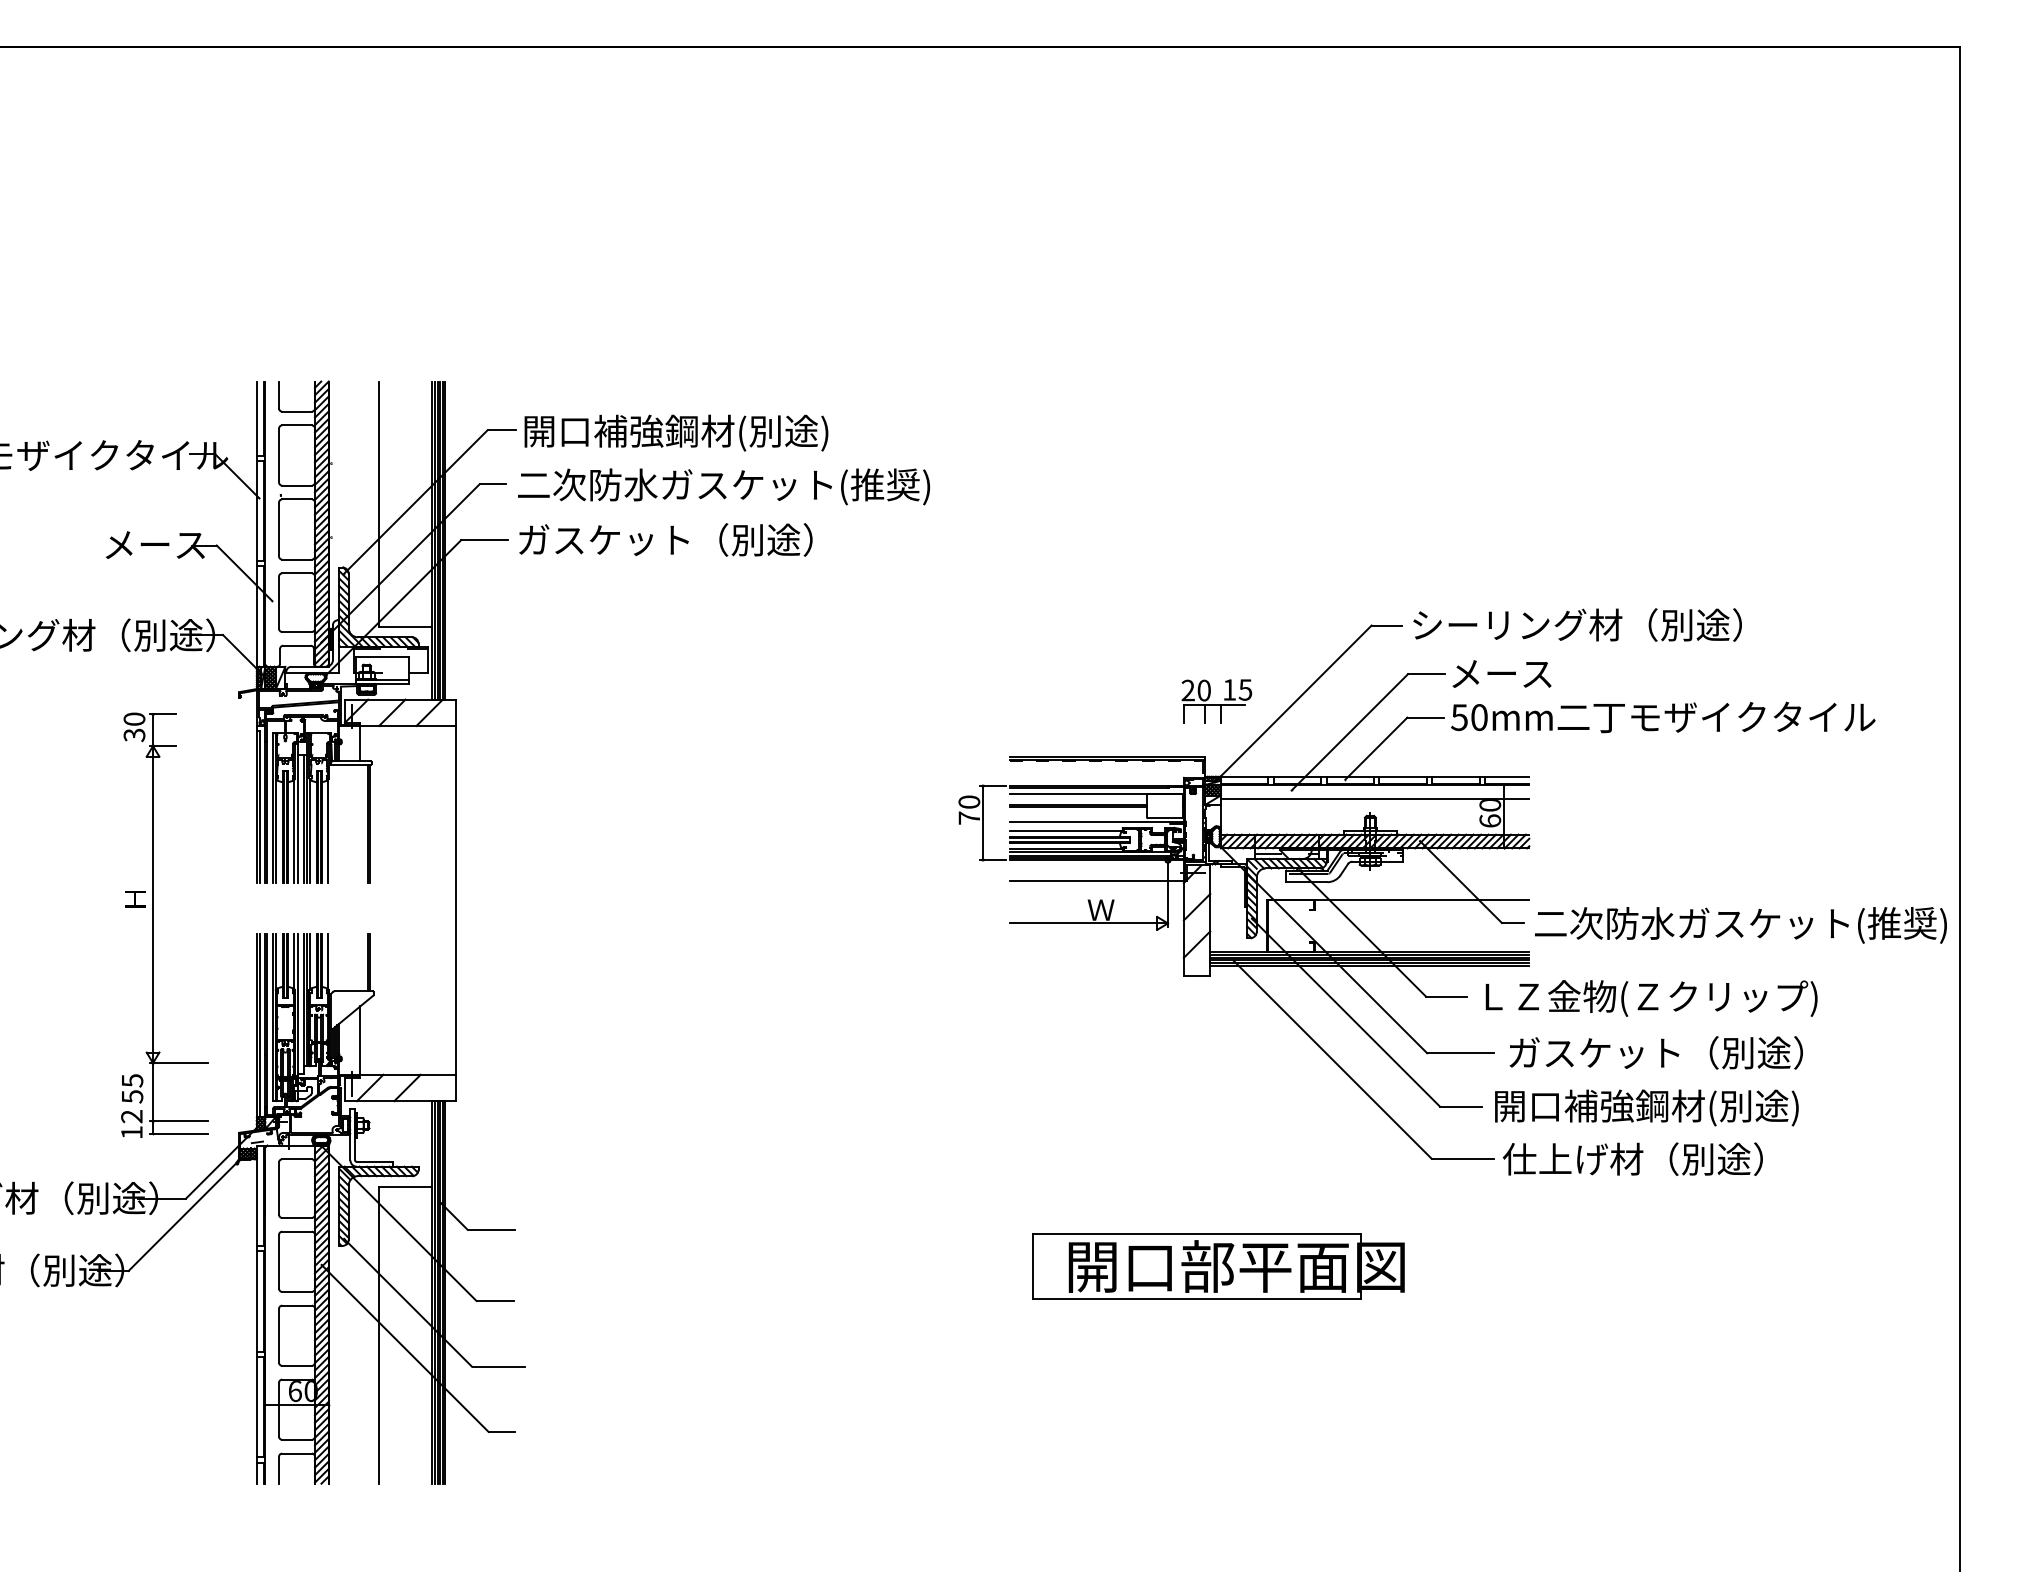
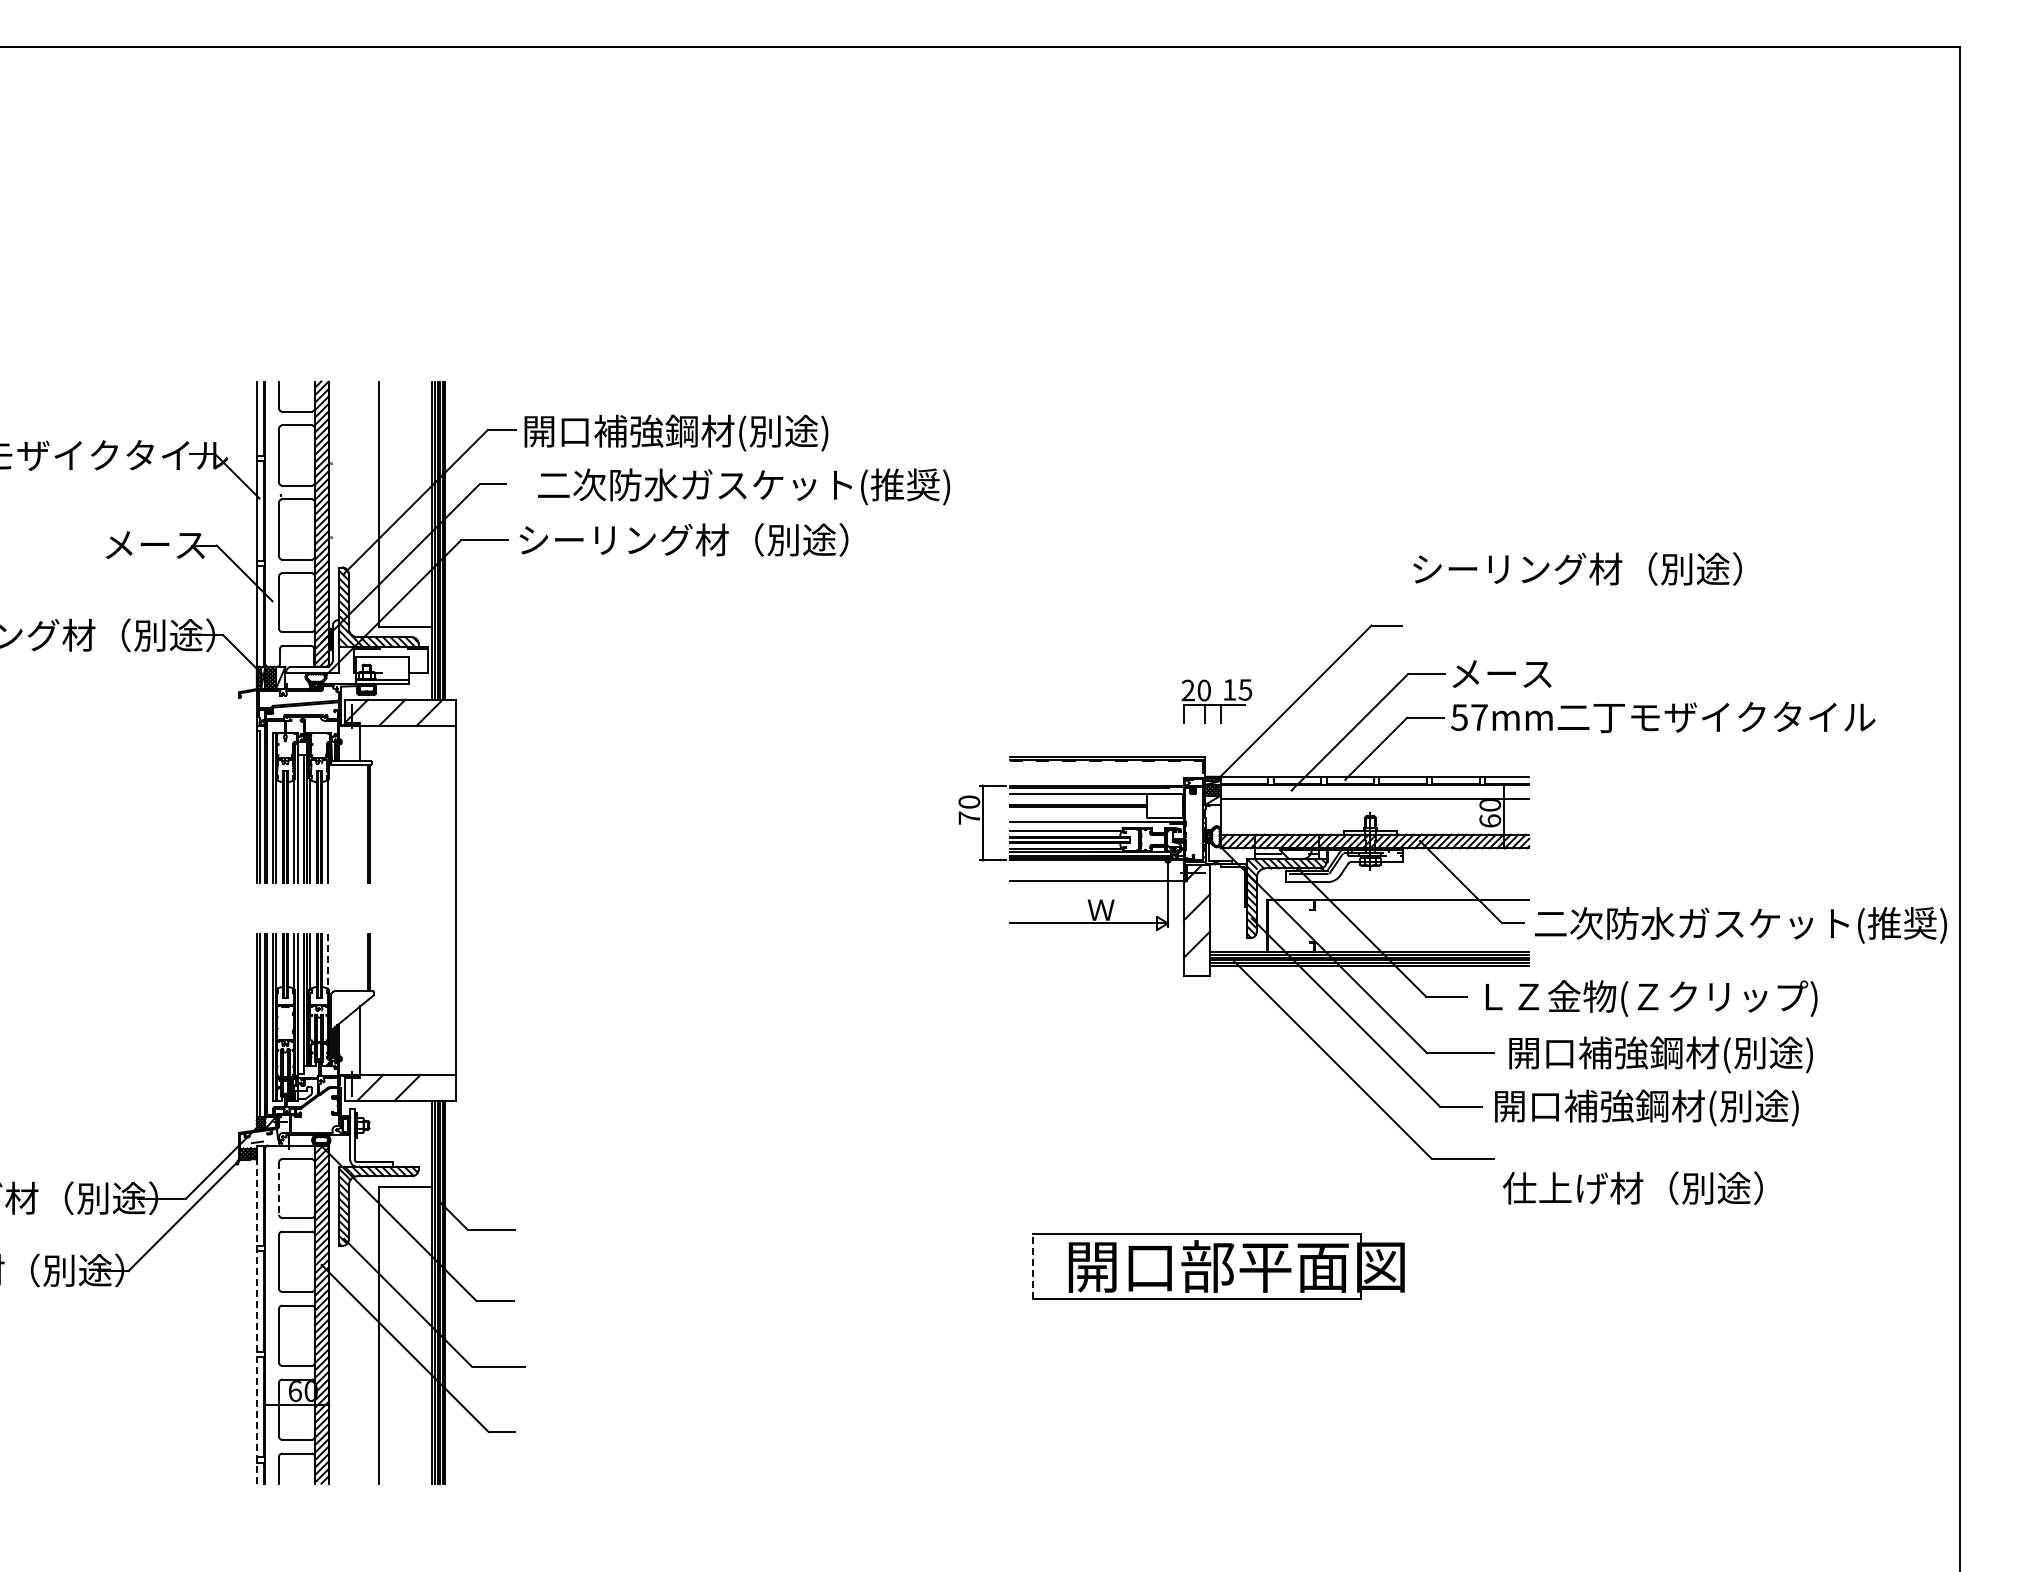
text at (723, 486) position: (723, 486) -> (743, 486)
text at (683, 539): ガスケット（別途） -> シーリング材（別途）
text at (1577, 624) position: (1577, 624) -> (1577, 568)
text at (1479, 717): 50mm -> 57mm
part at (153, 924): present -> none
line at (328, 962): solid -> dashed
text at (1660, 1054): ガスケット（別途） -> 開口補強鋼材(別途)
text at (1632, 1158) position: (1632, 1158) -> (1632, 1187)
line at (279, 1189): solid -> dashed
line at (1033, 1265): solid -> dashed
line at (256, 1314): solid -> dashed
